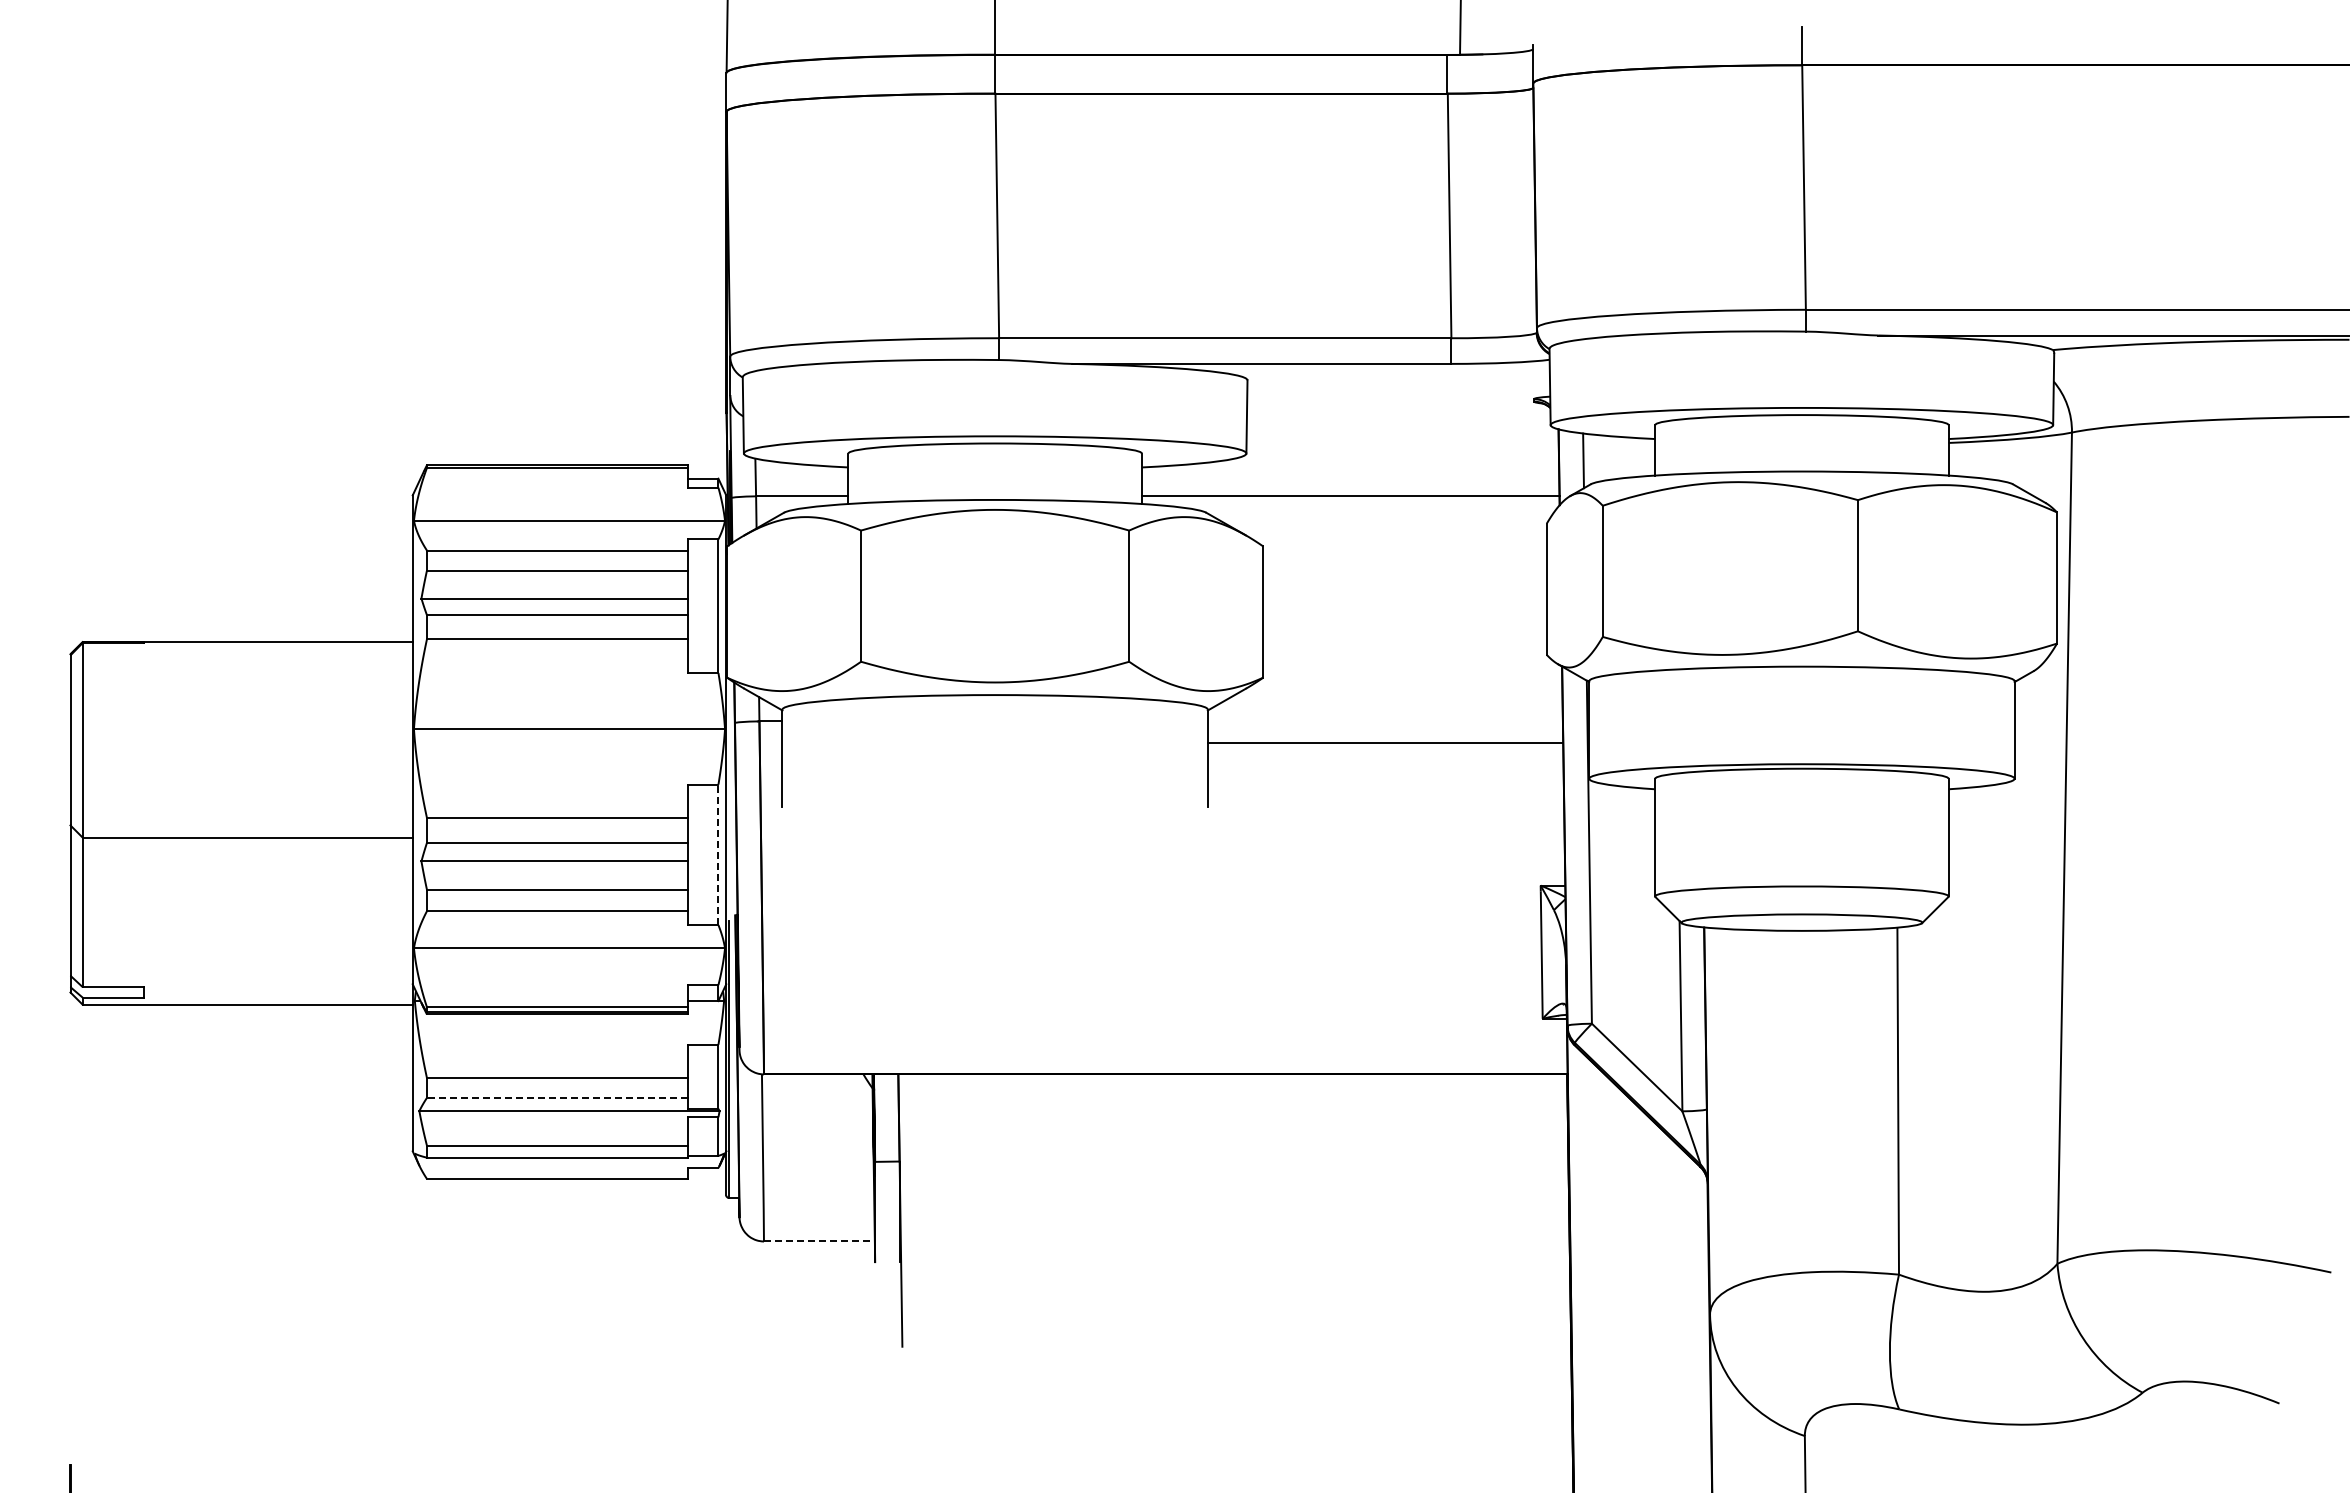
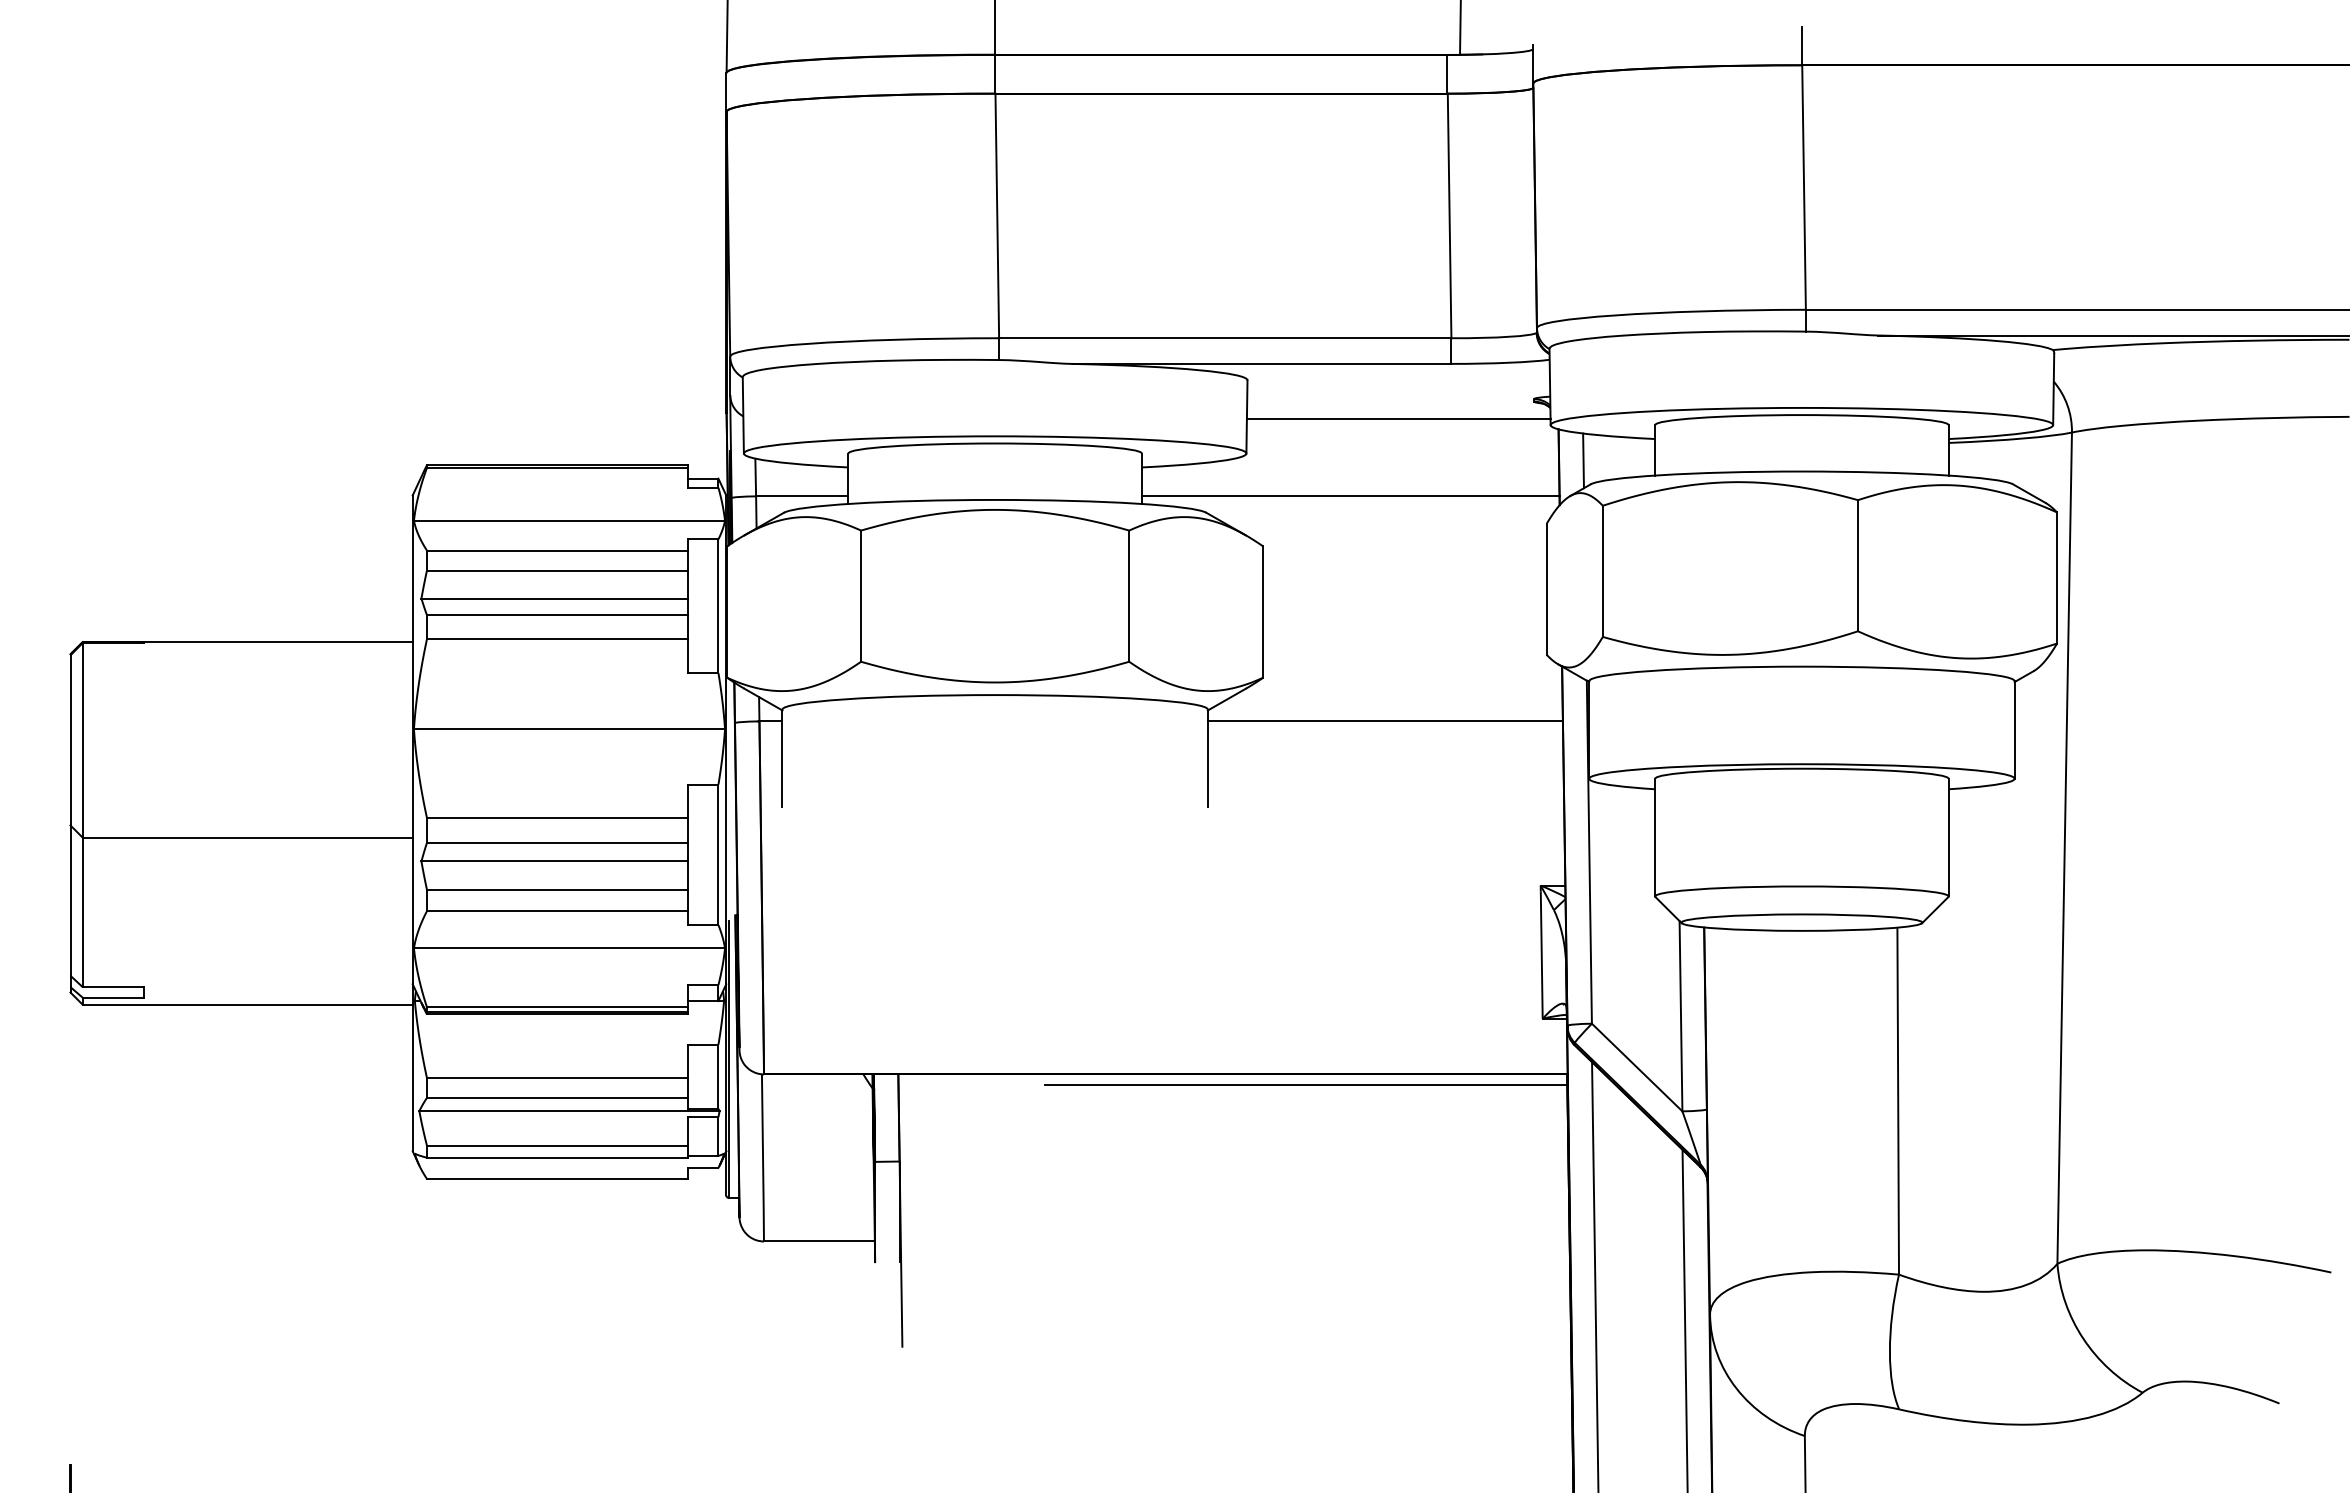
line at (1398, 419): none -> present
line at (1384, 743) position: (1384, 743) -> (1384, 721)
line at (718, 854): dashed -> solid
line at (1306, 1085): none -> present
line at (557, 1097): dashed -> solid
line at (819, 1241): dashed -> solid
line at (1595, 1275): none -> present
line at (1684, 1319): none -> present
